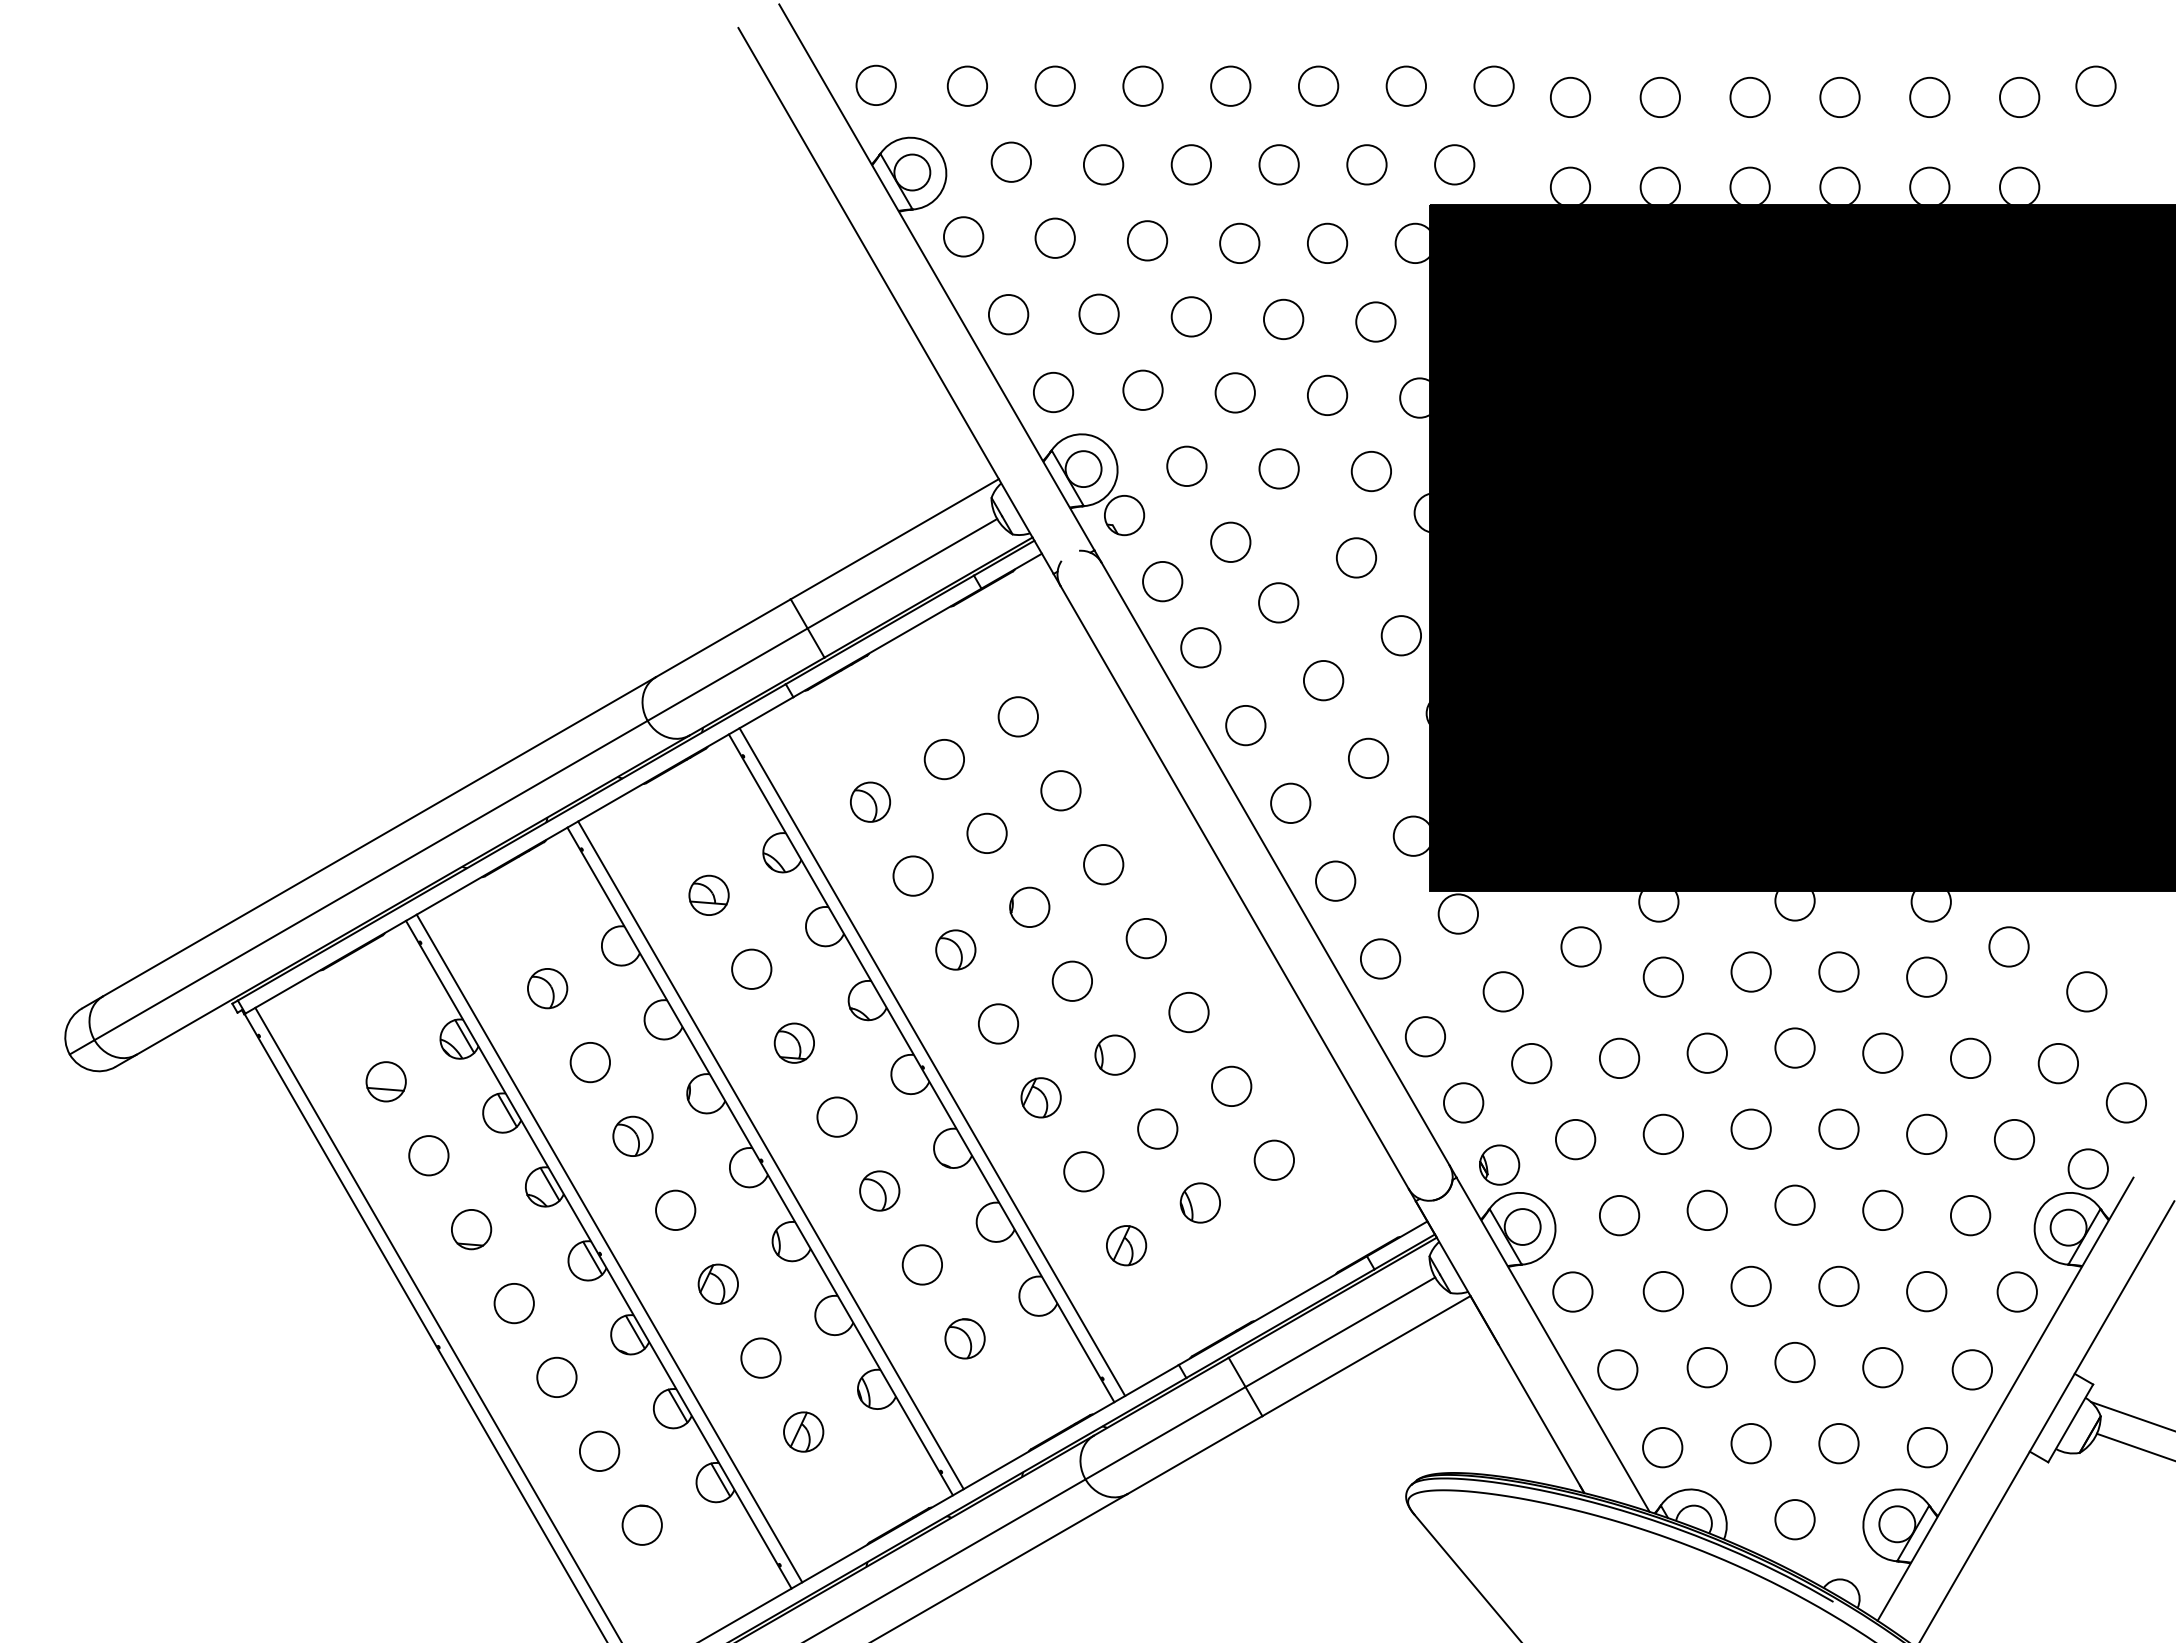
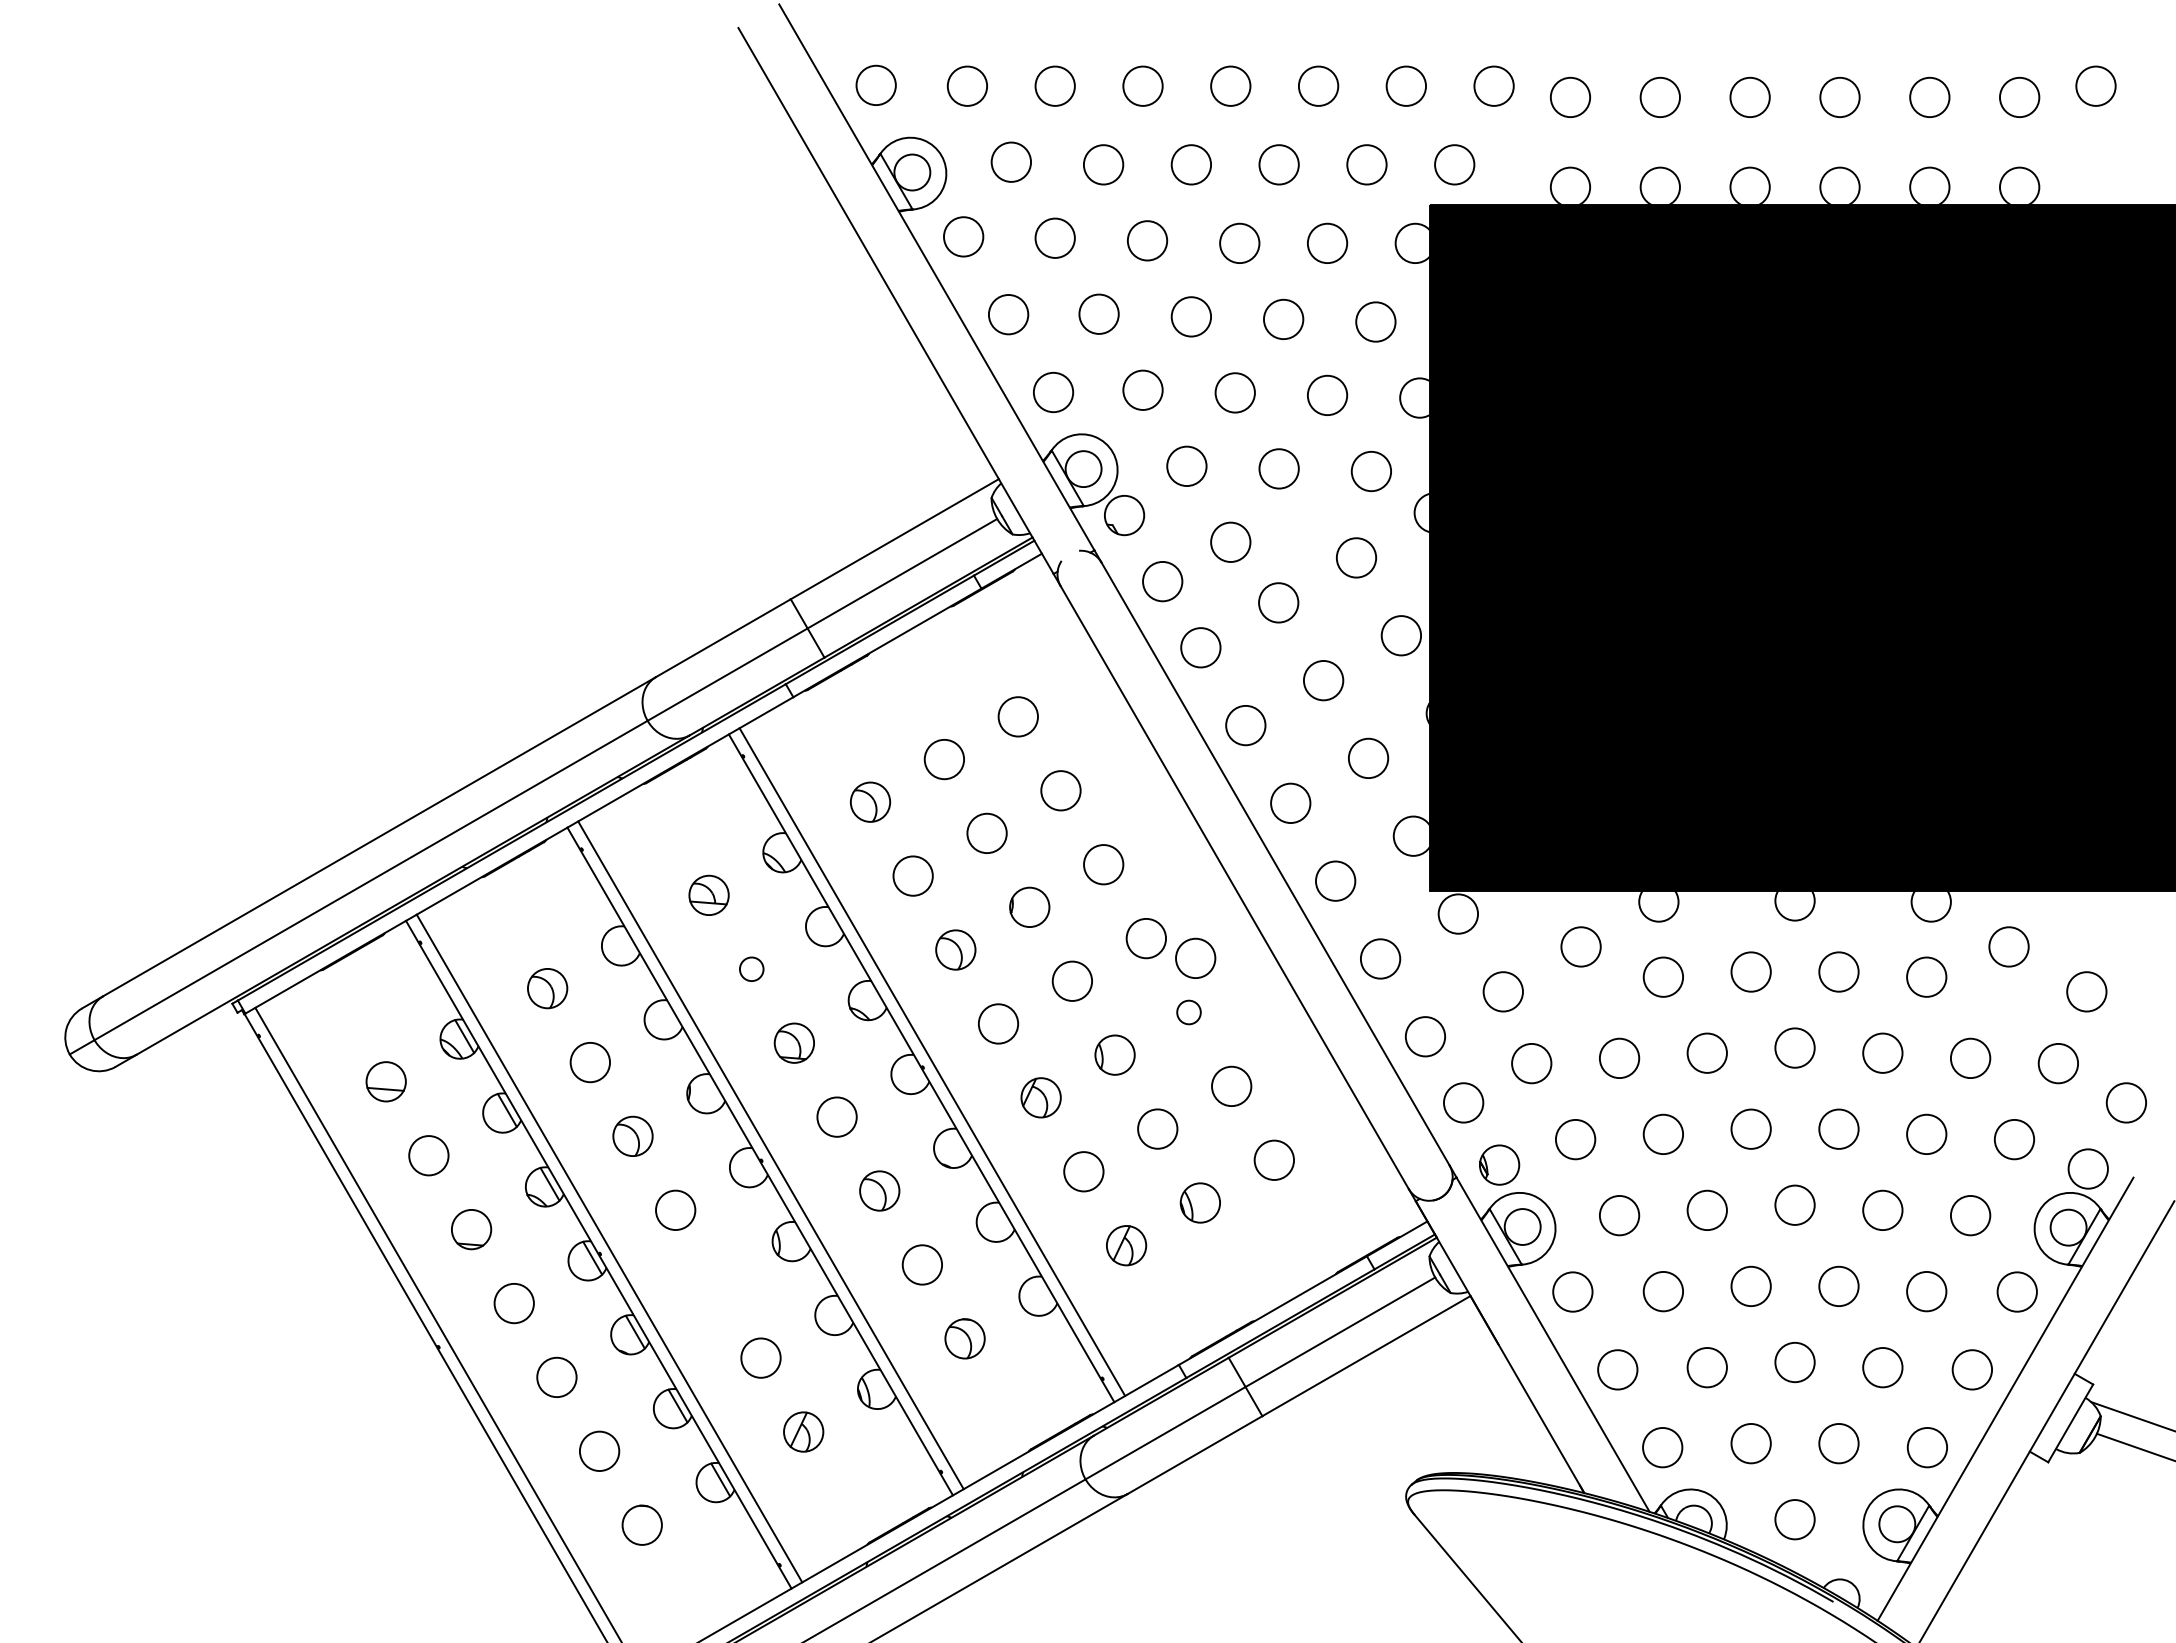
circle at (1195, 957): none -> present
circle at (751, 968) diameter: 39 px -> 24 px
circle at (1188, 1012) diameter: 39 px -> 24 px
part at (717, 1283): present -> none
